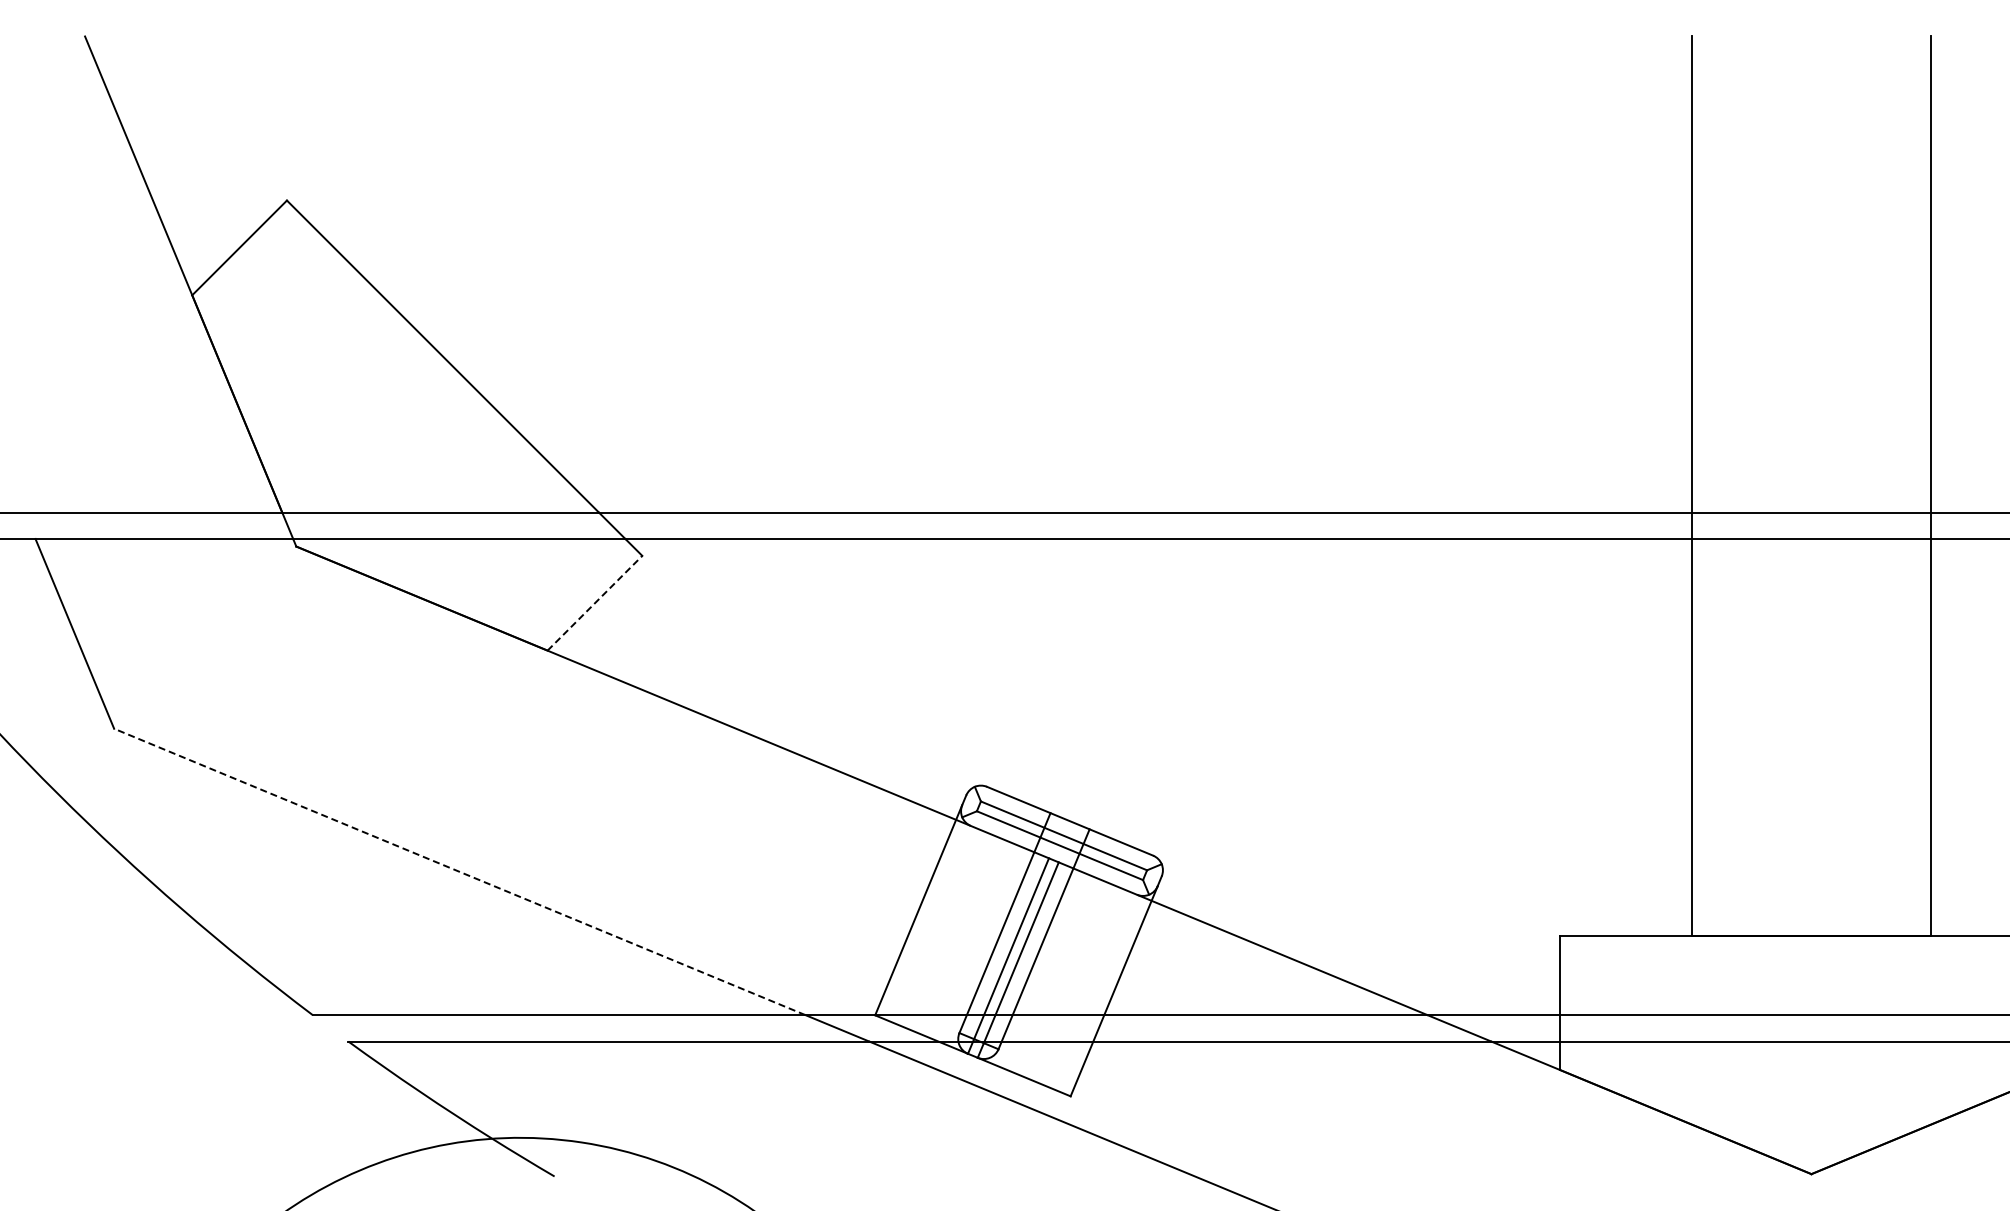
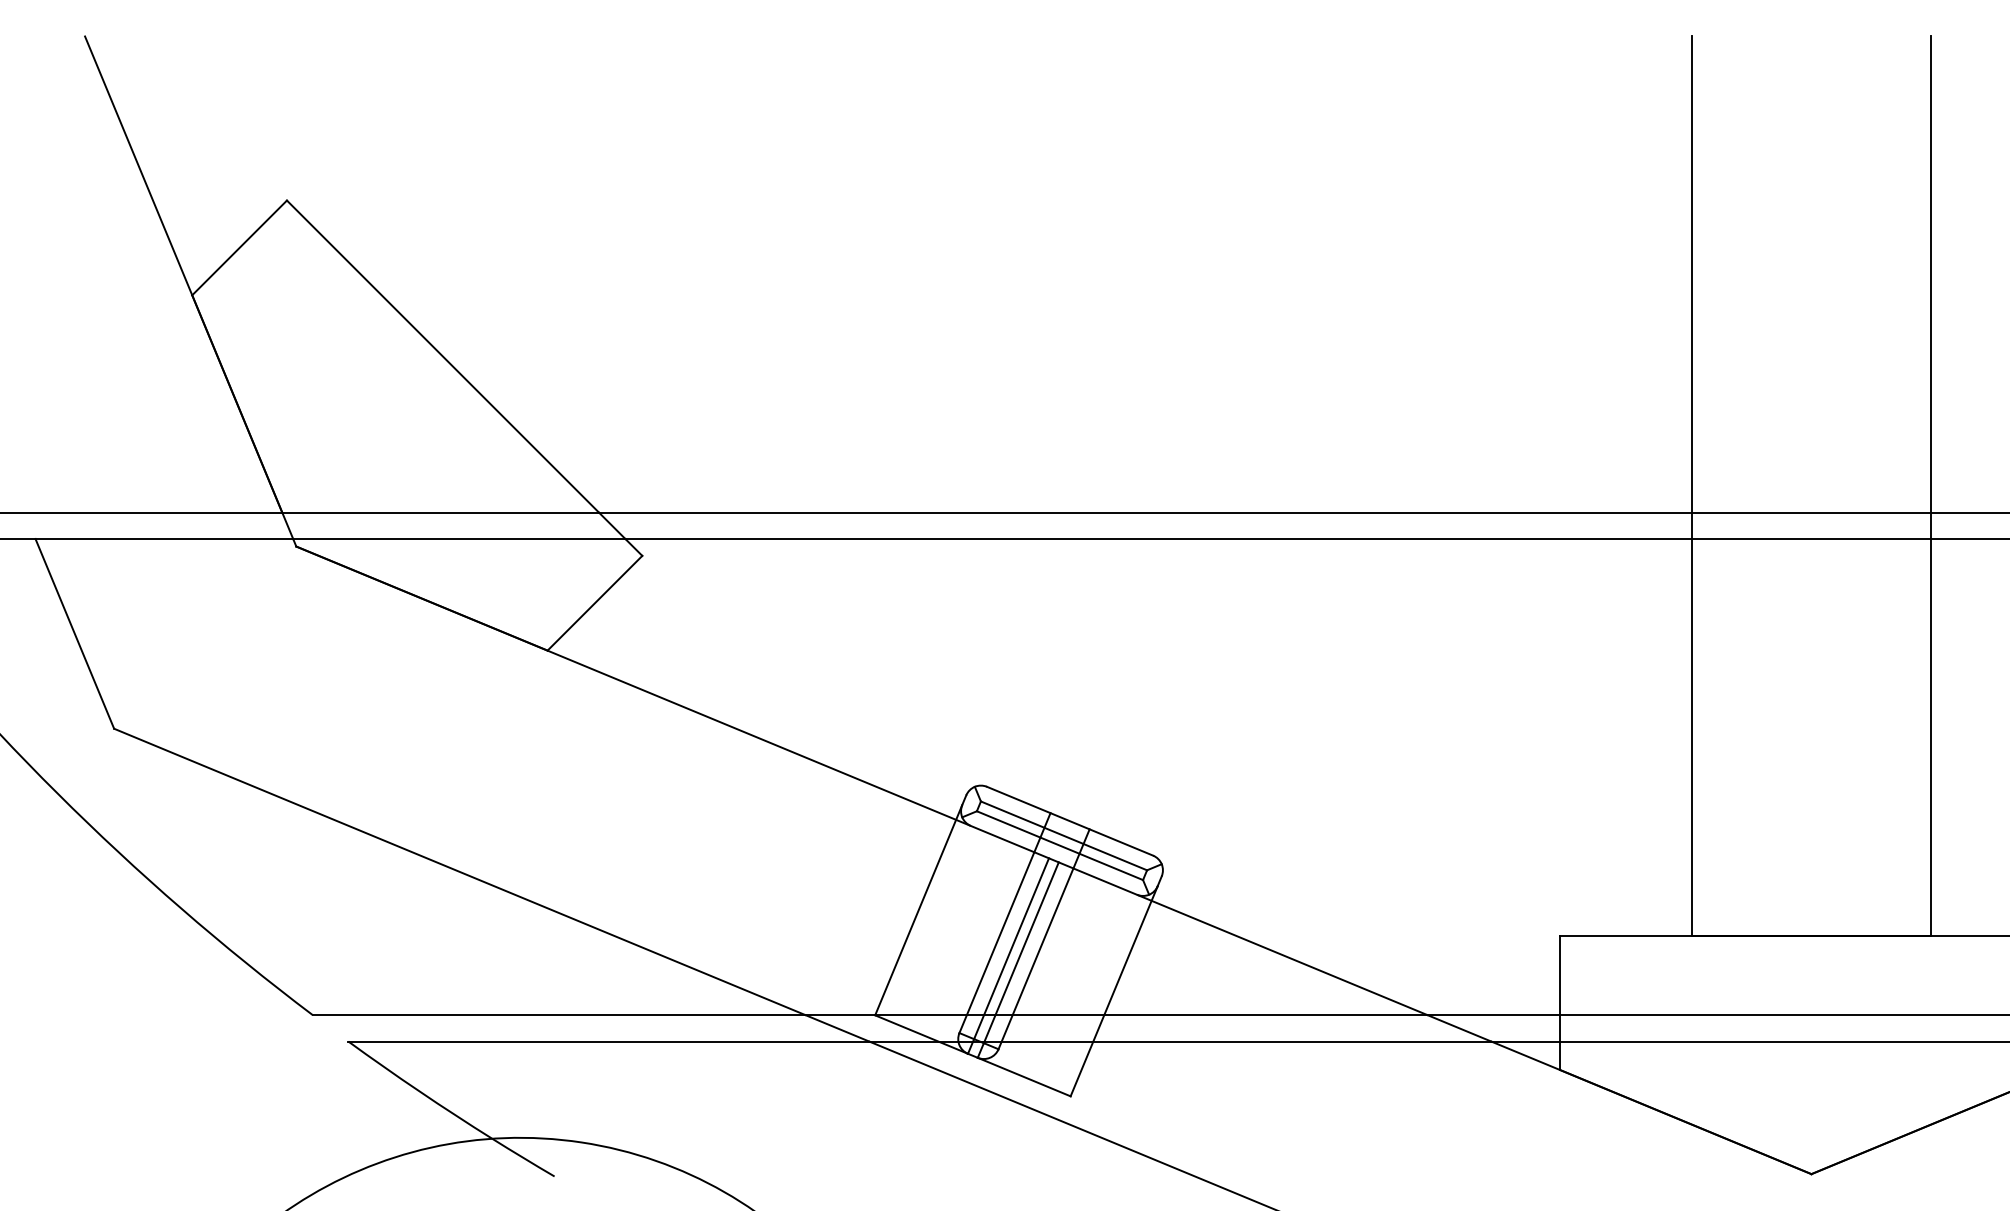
line at (594, 603): dashed -> solid
line at (459, 871): dashed -> solid
